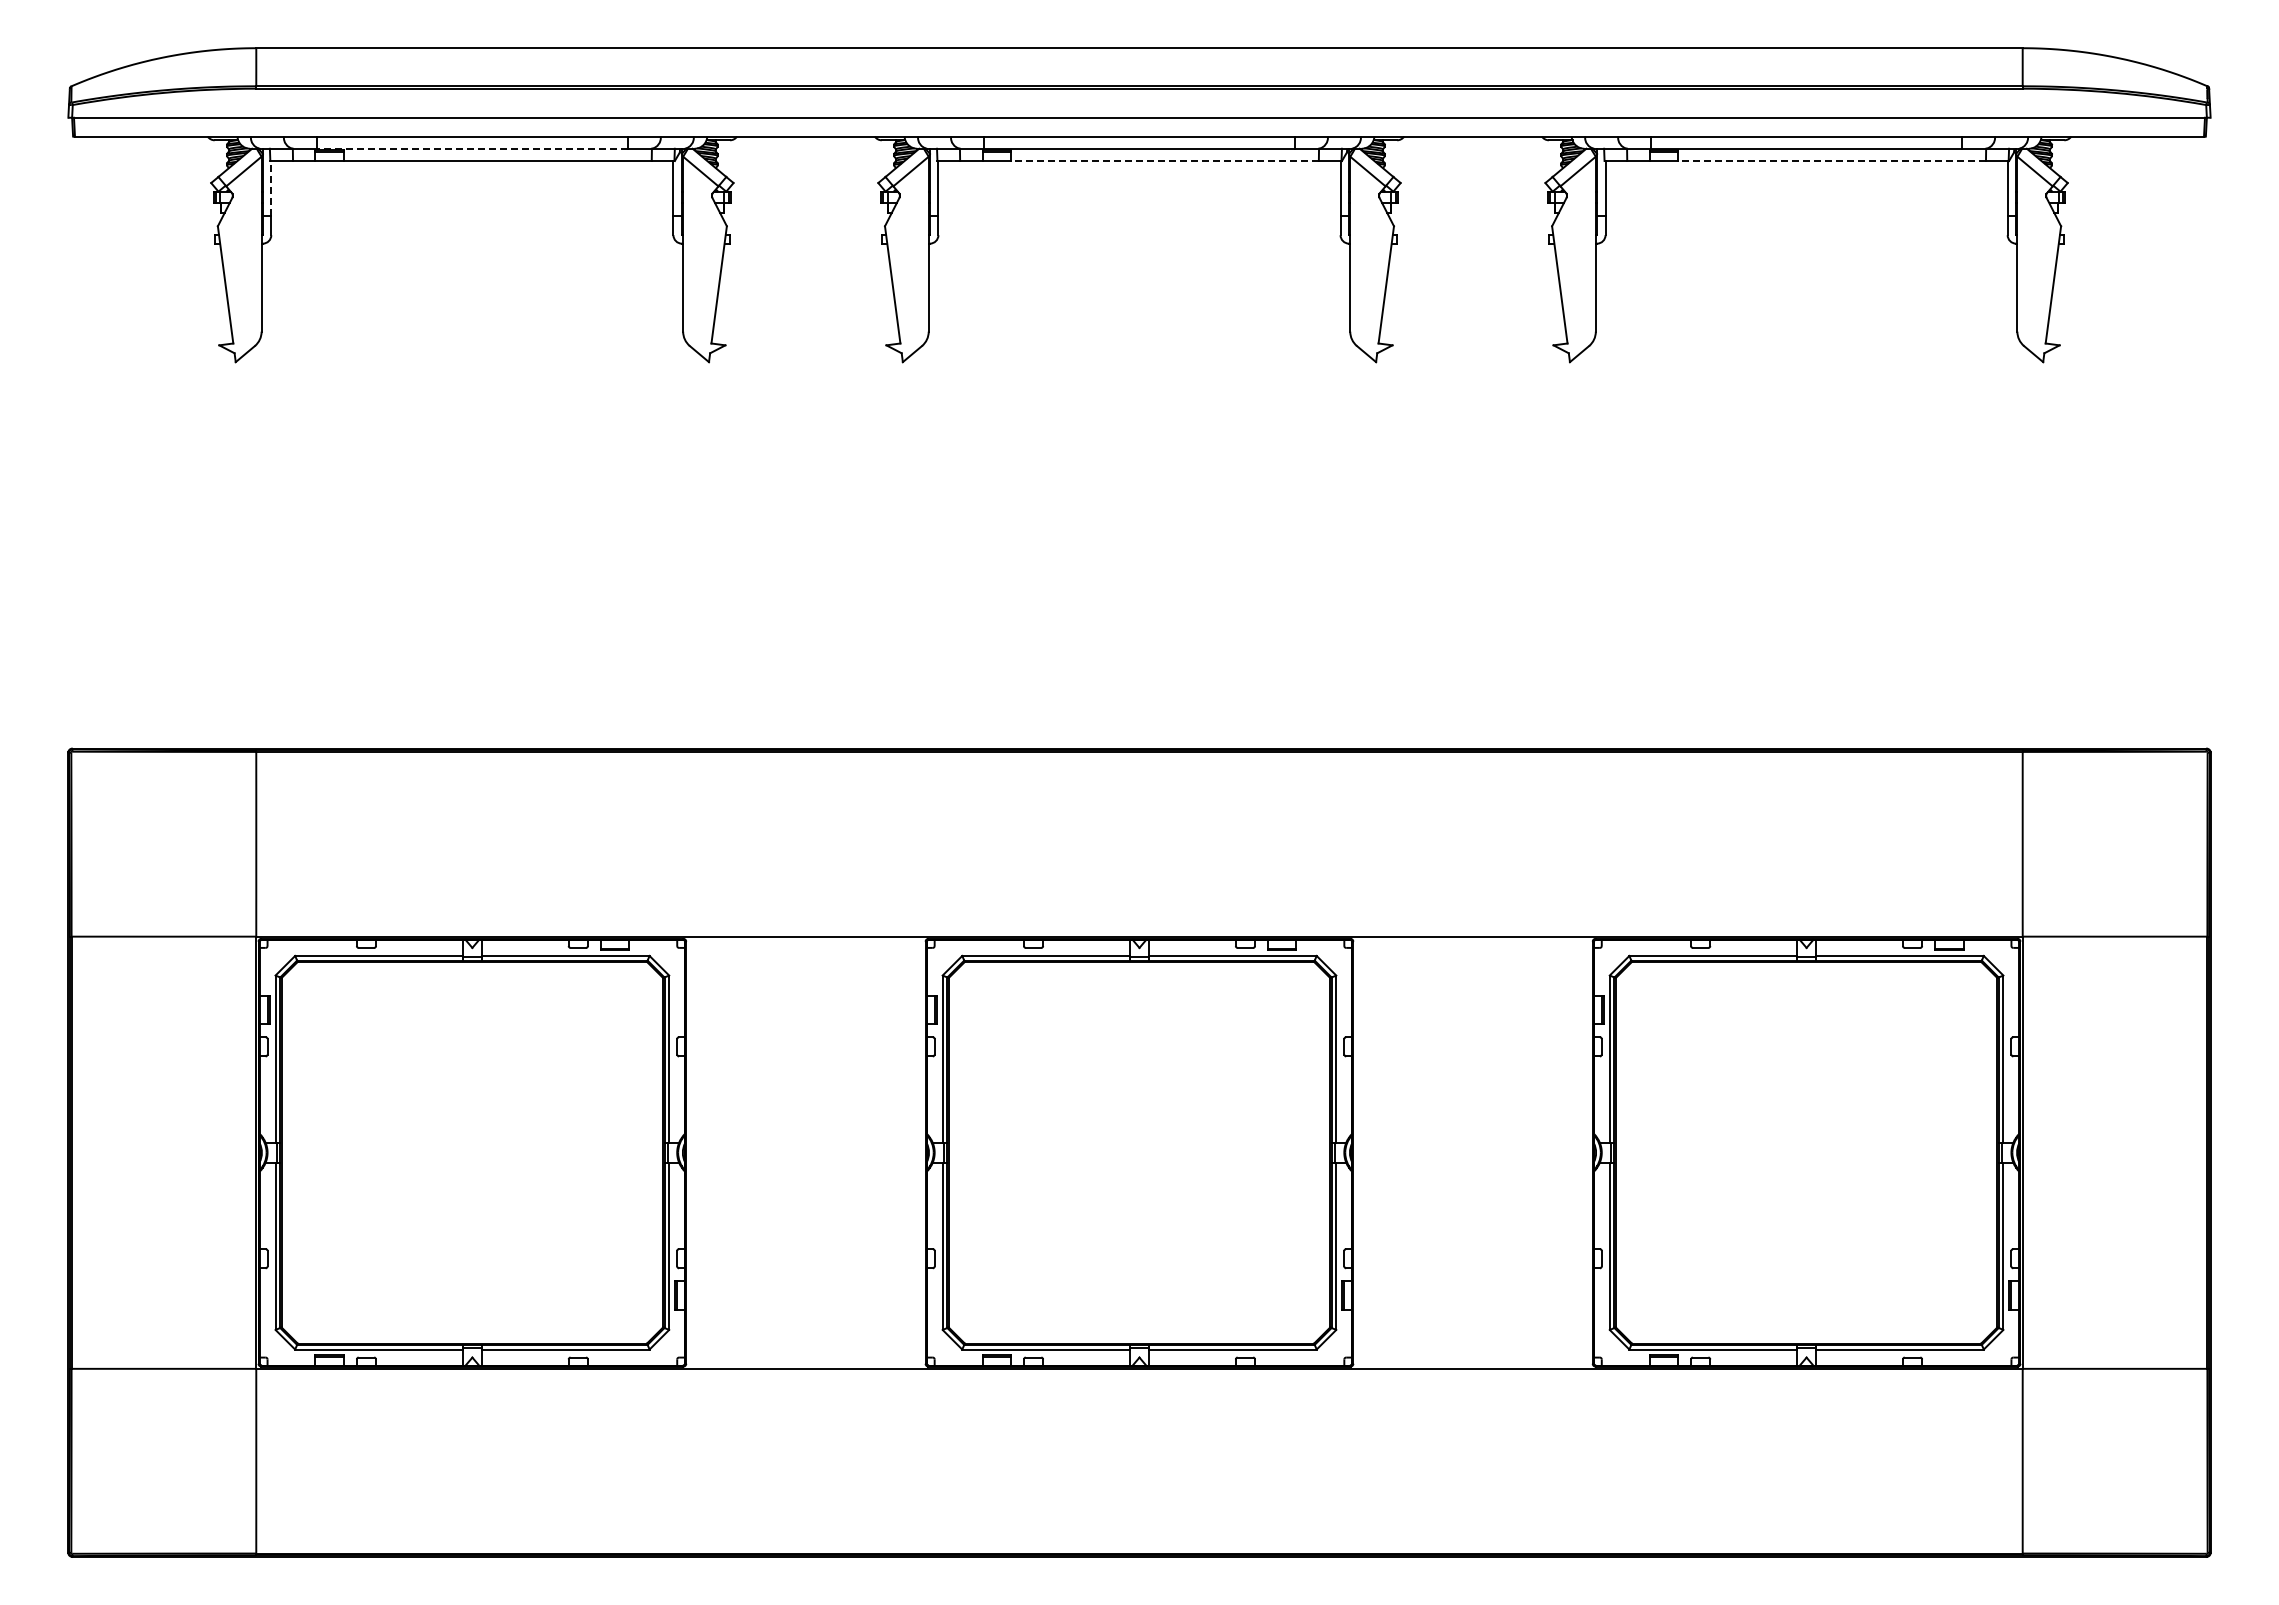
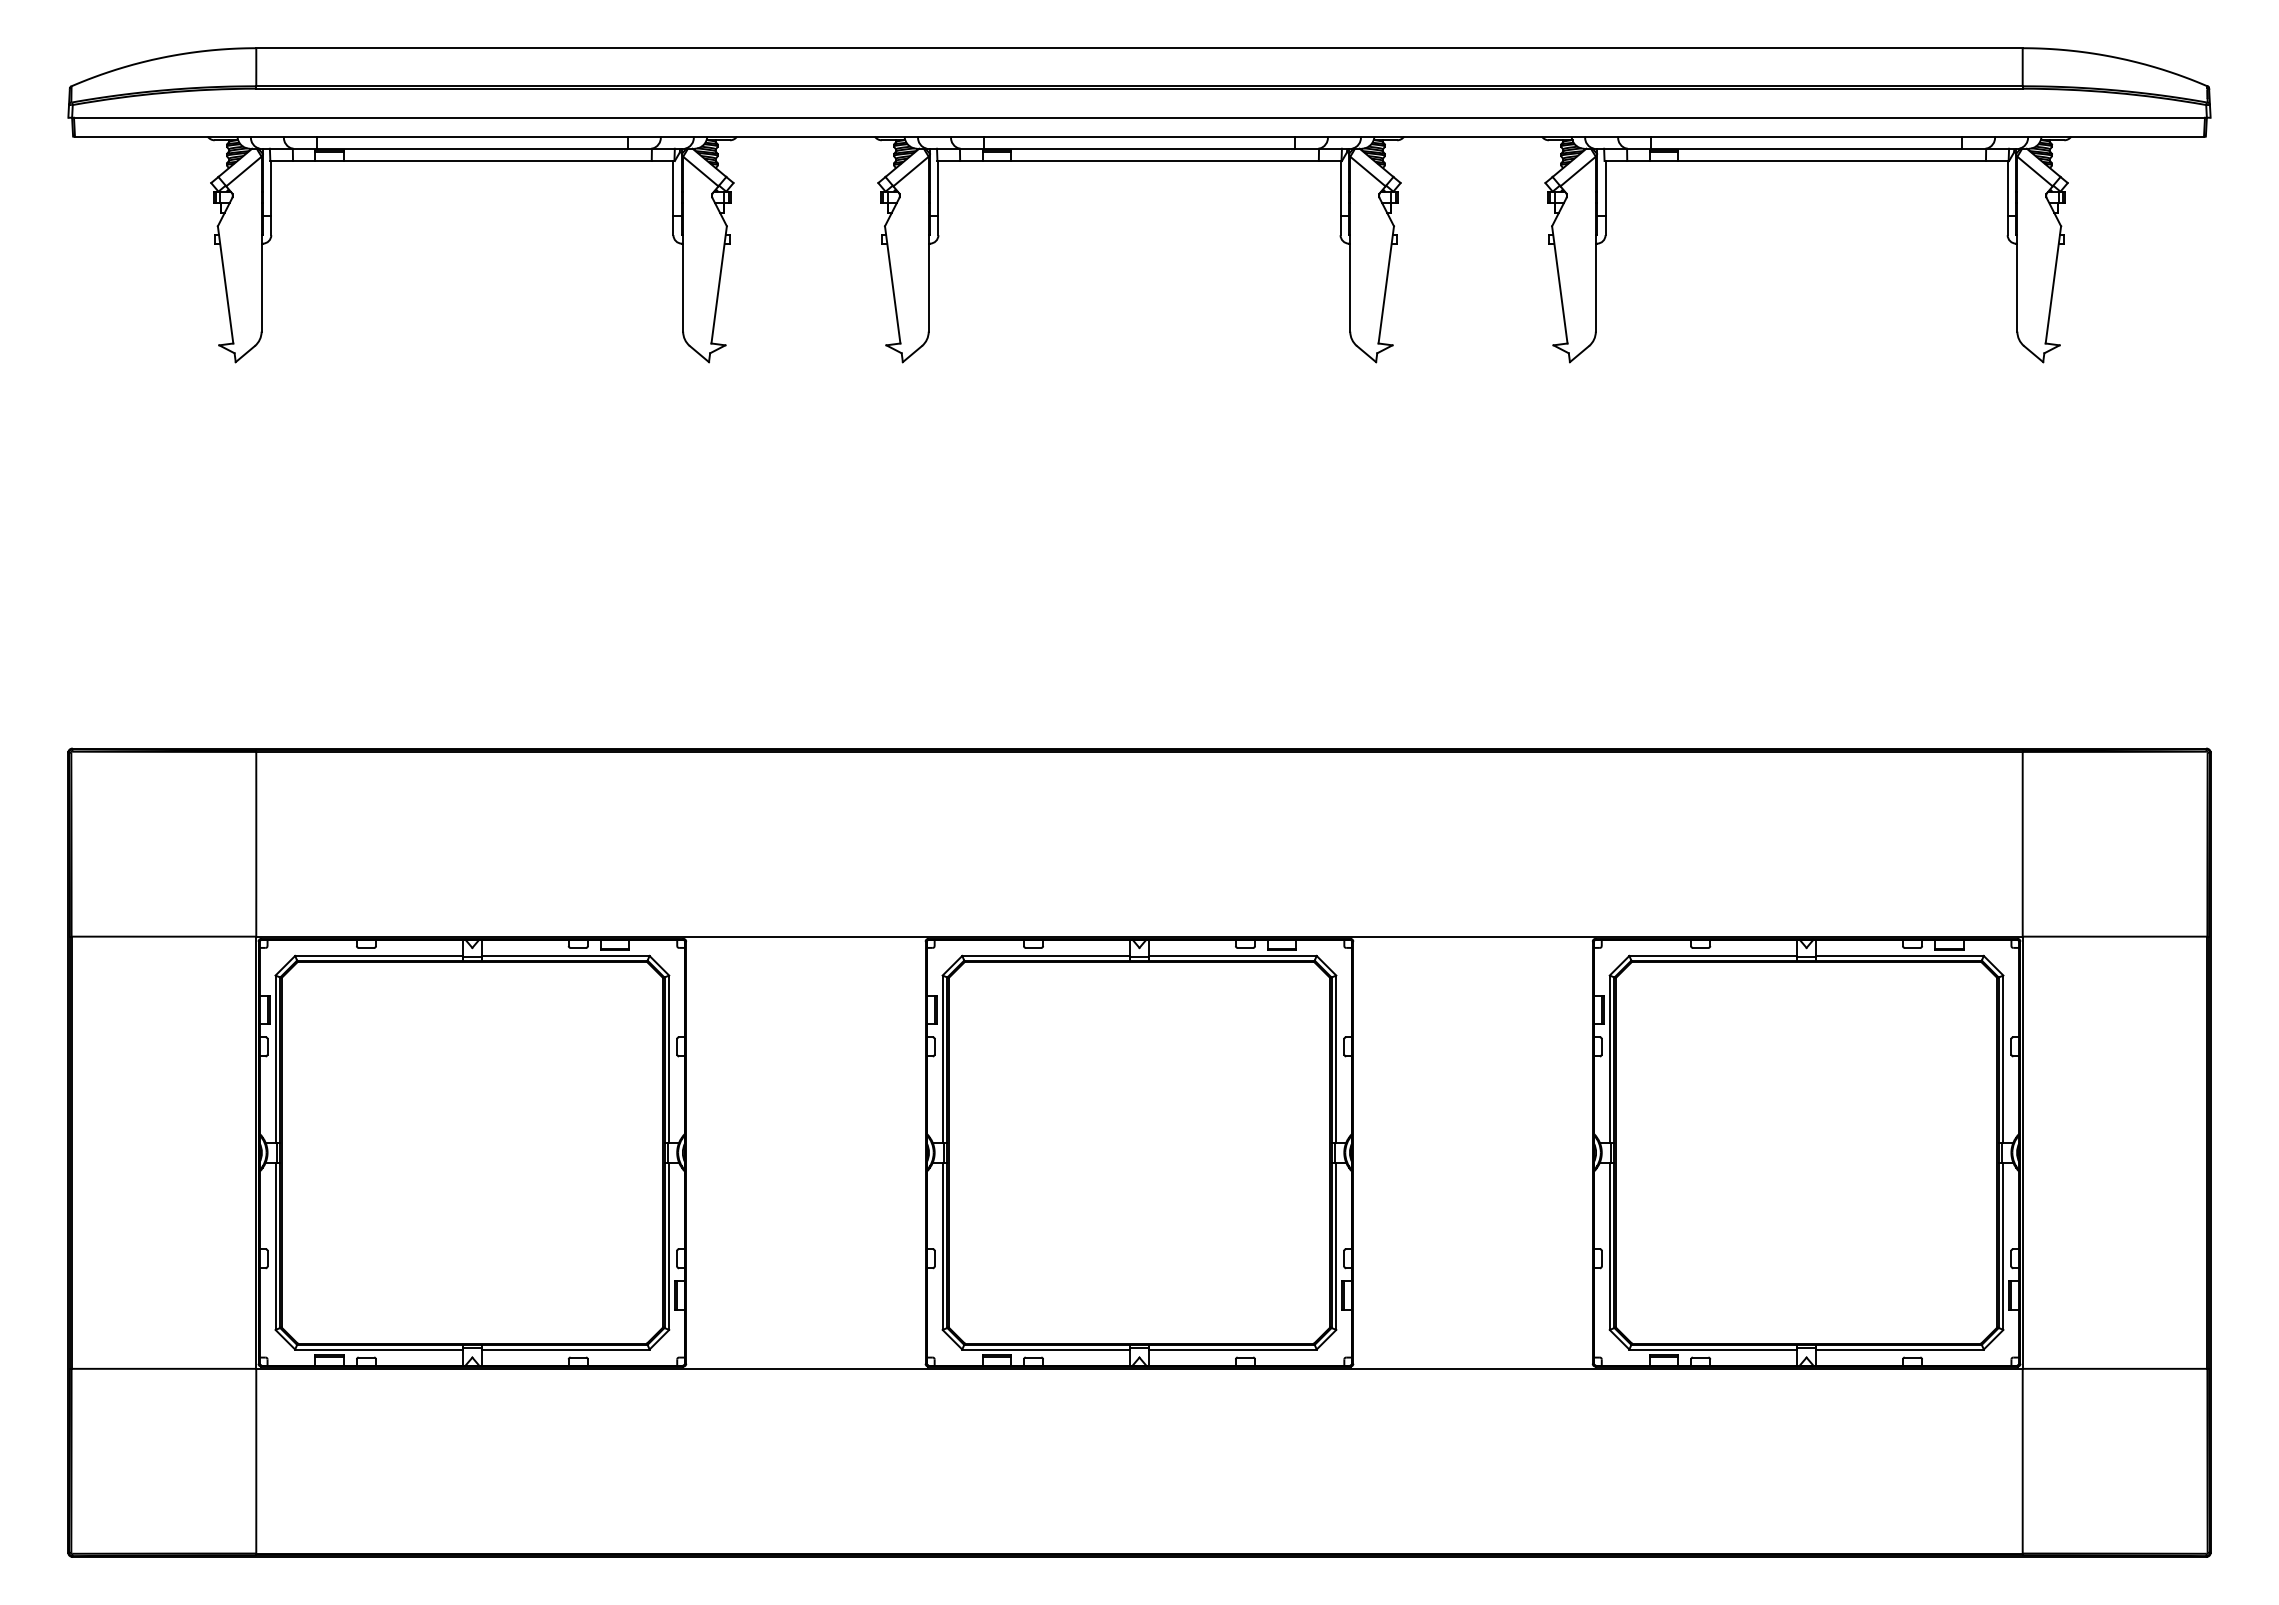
line at (472, 148): dashed -> solid
line at (1164, 160): dashed -> solid
line at (1831, 160): dashed -> solid
line at (271, 188): dashed -> solid
